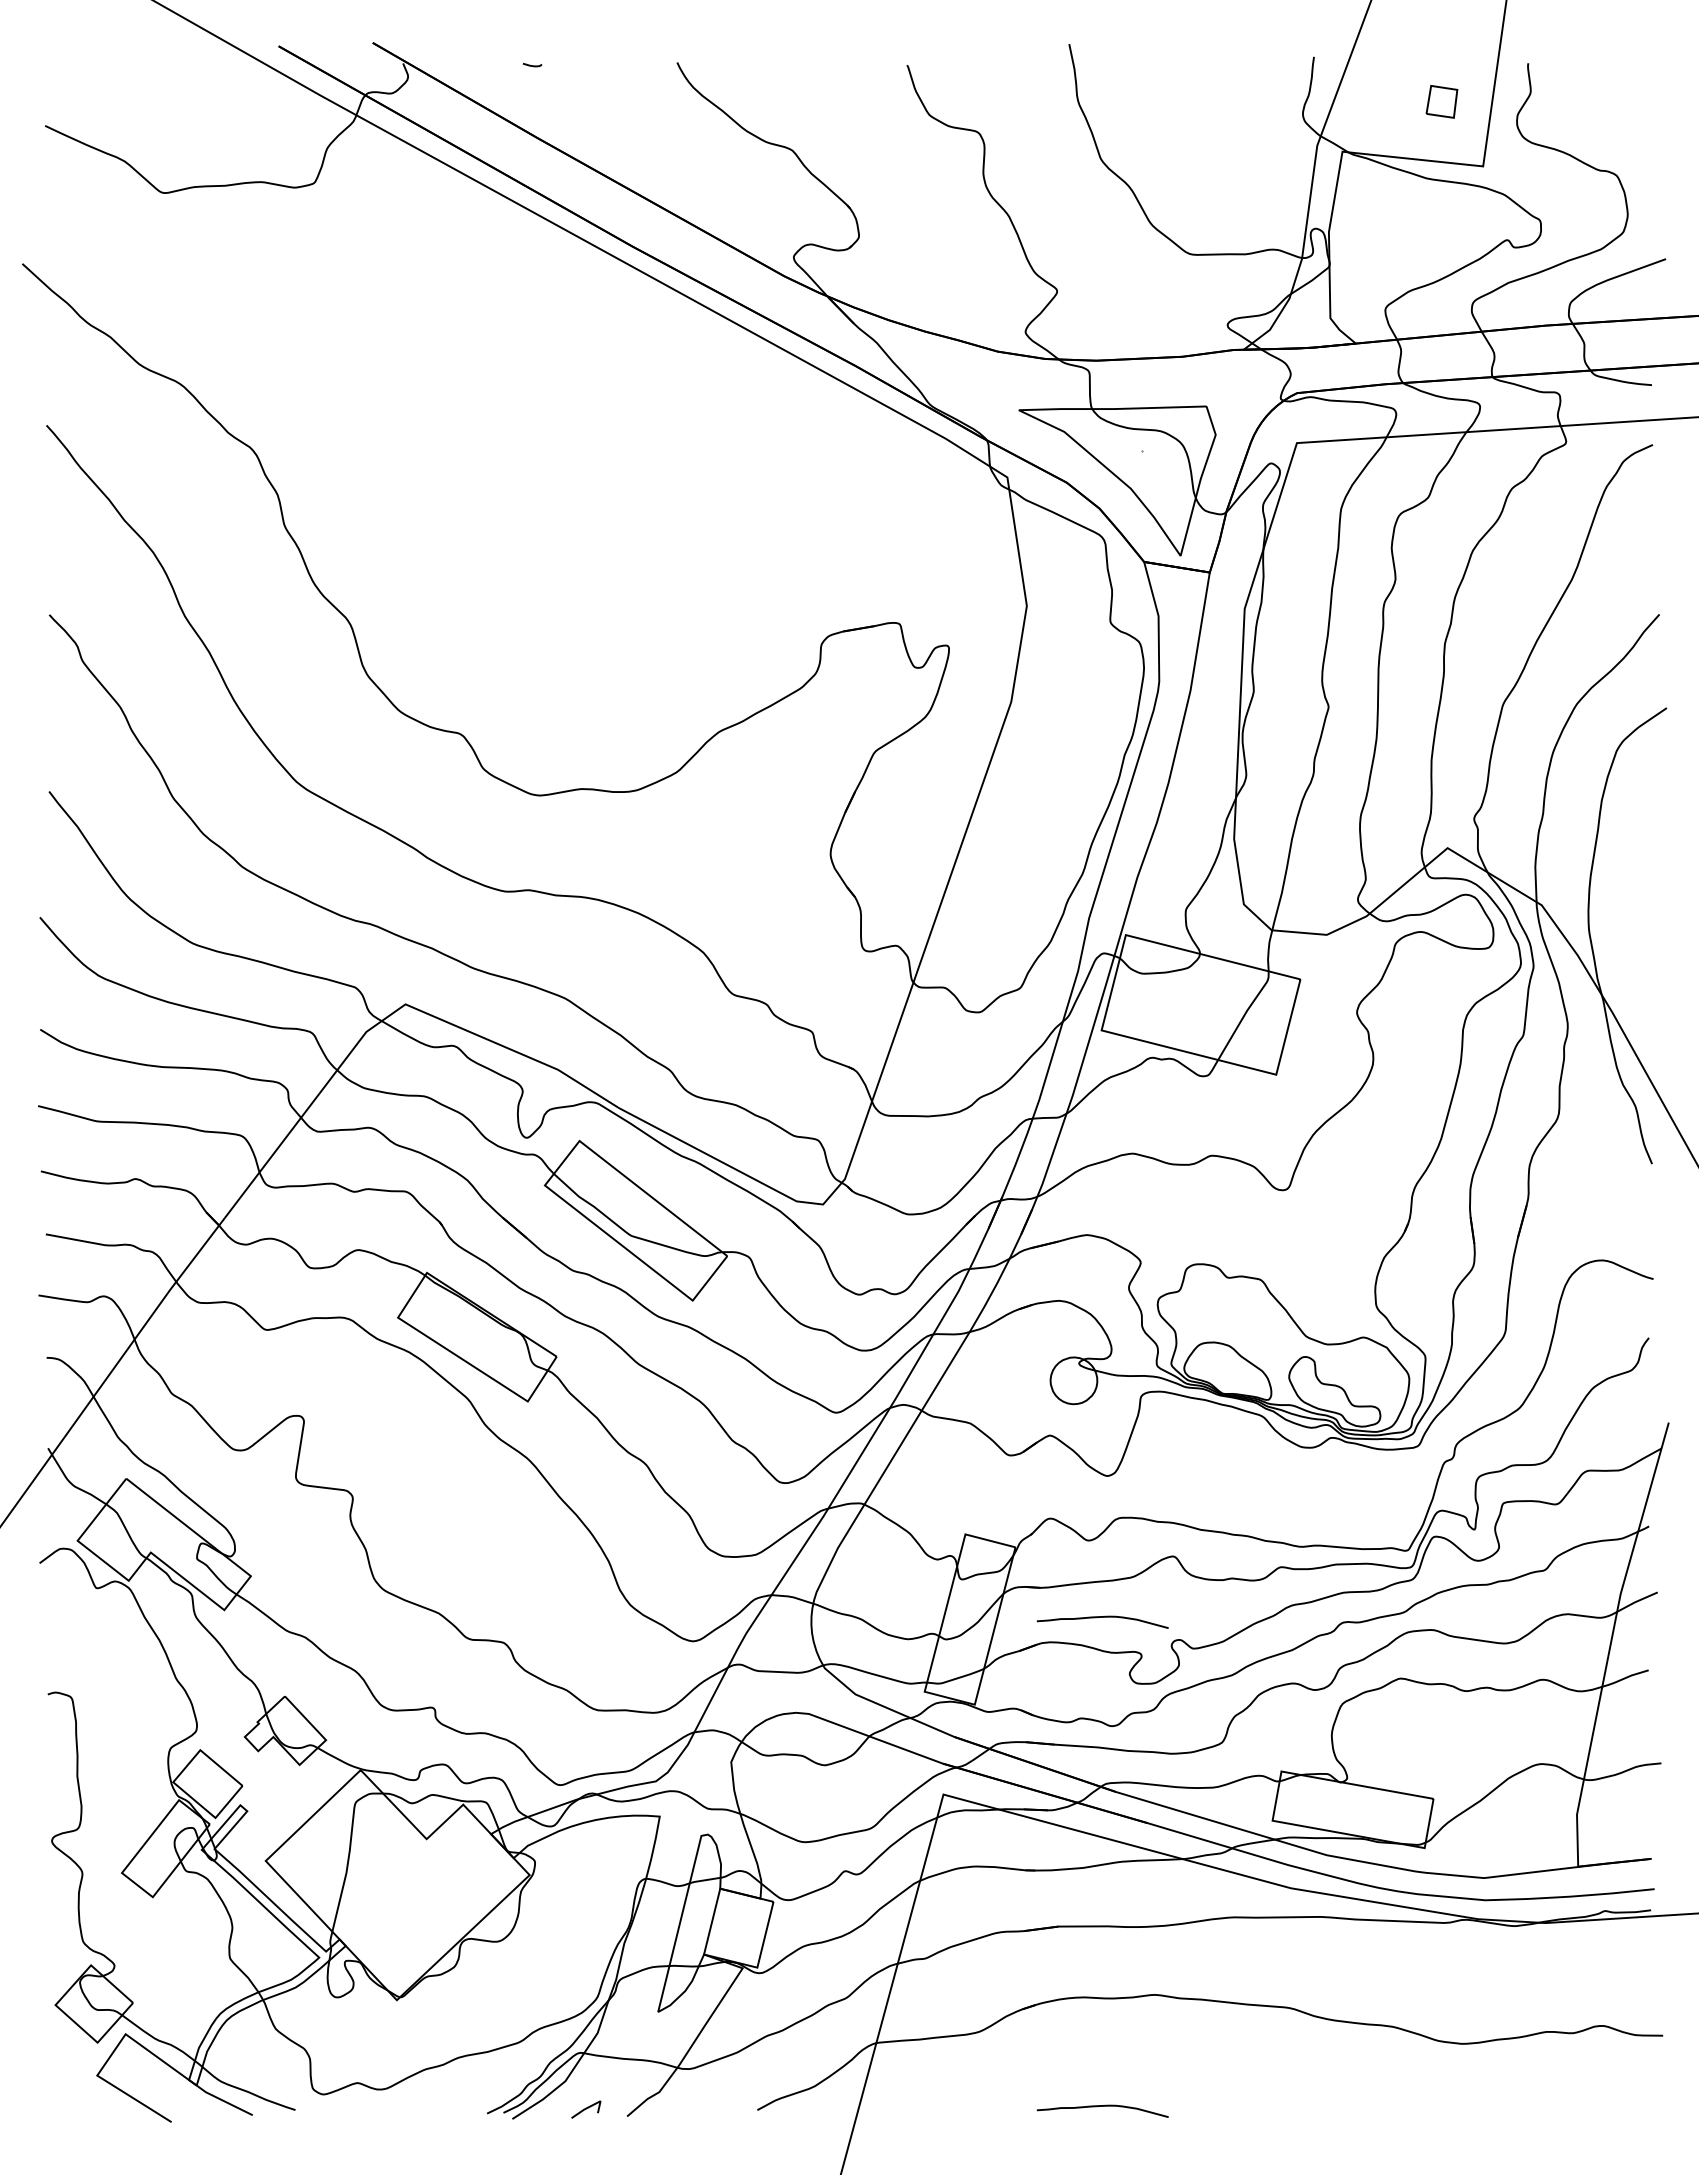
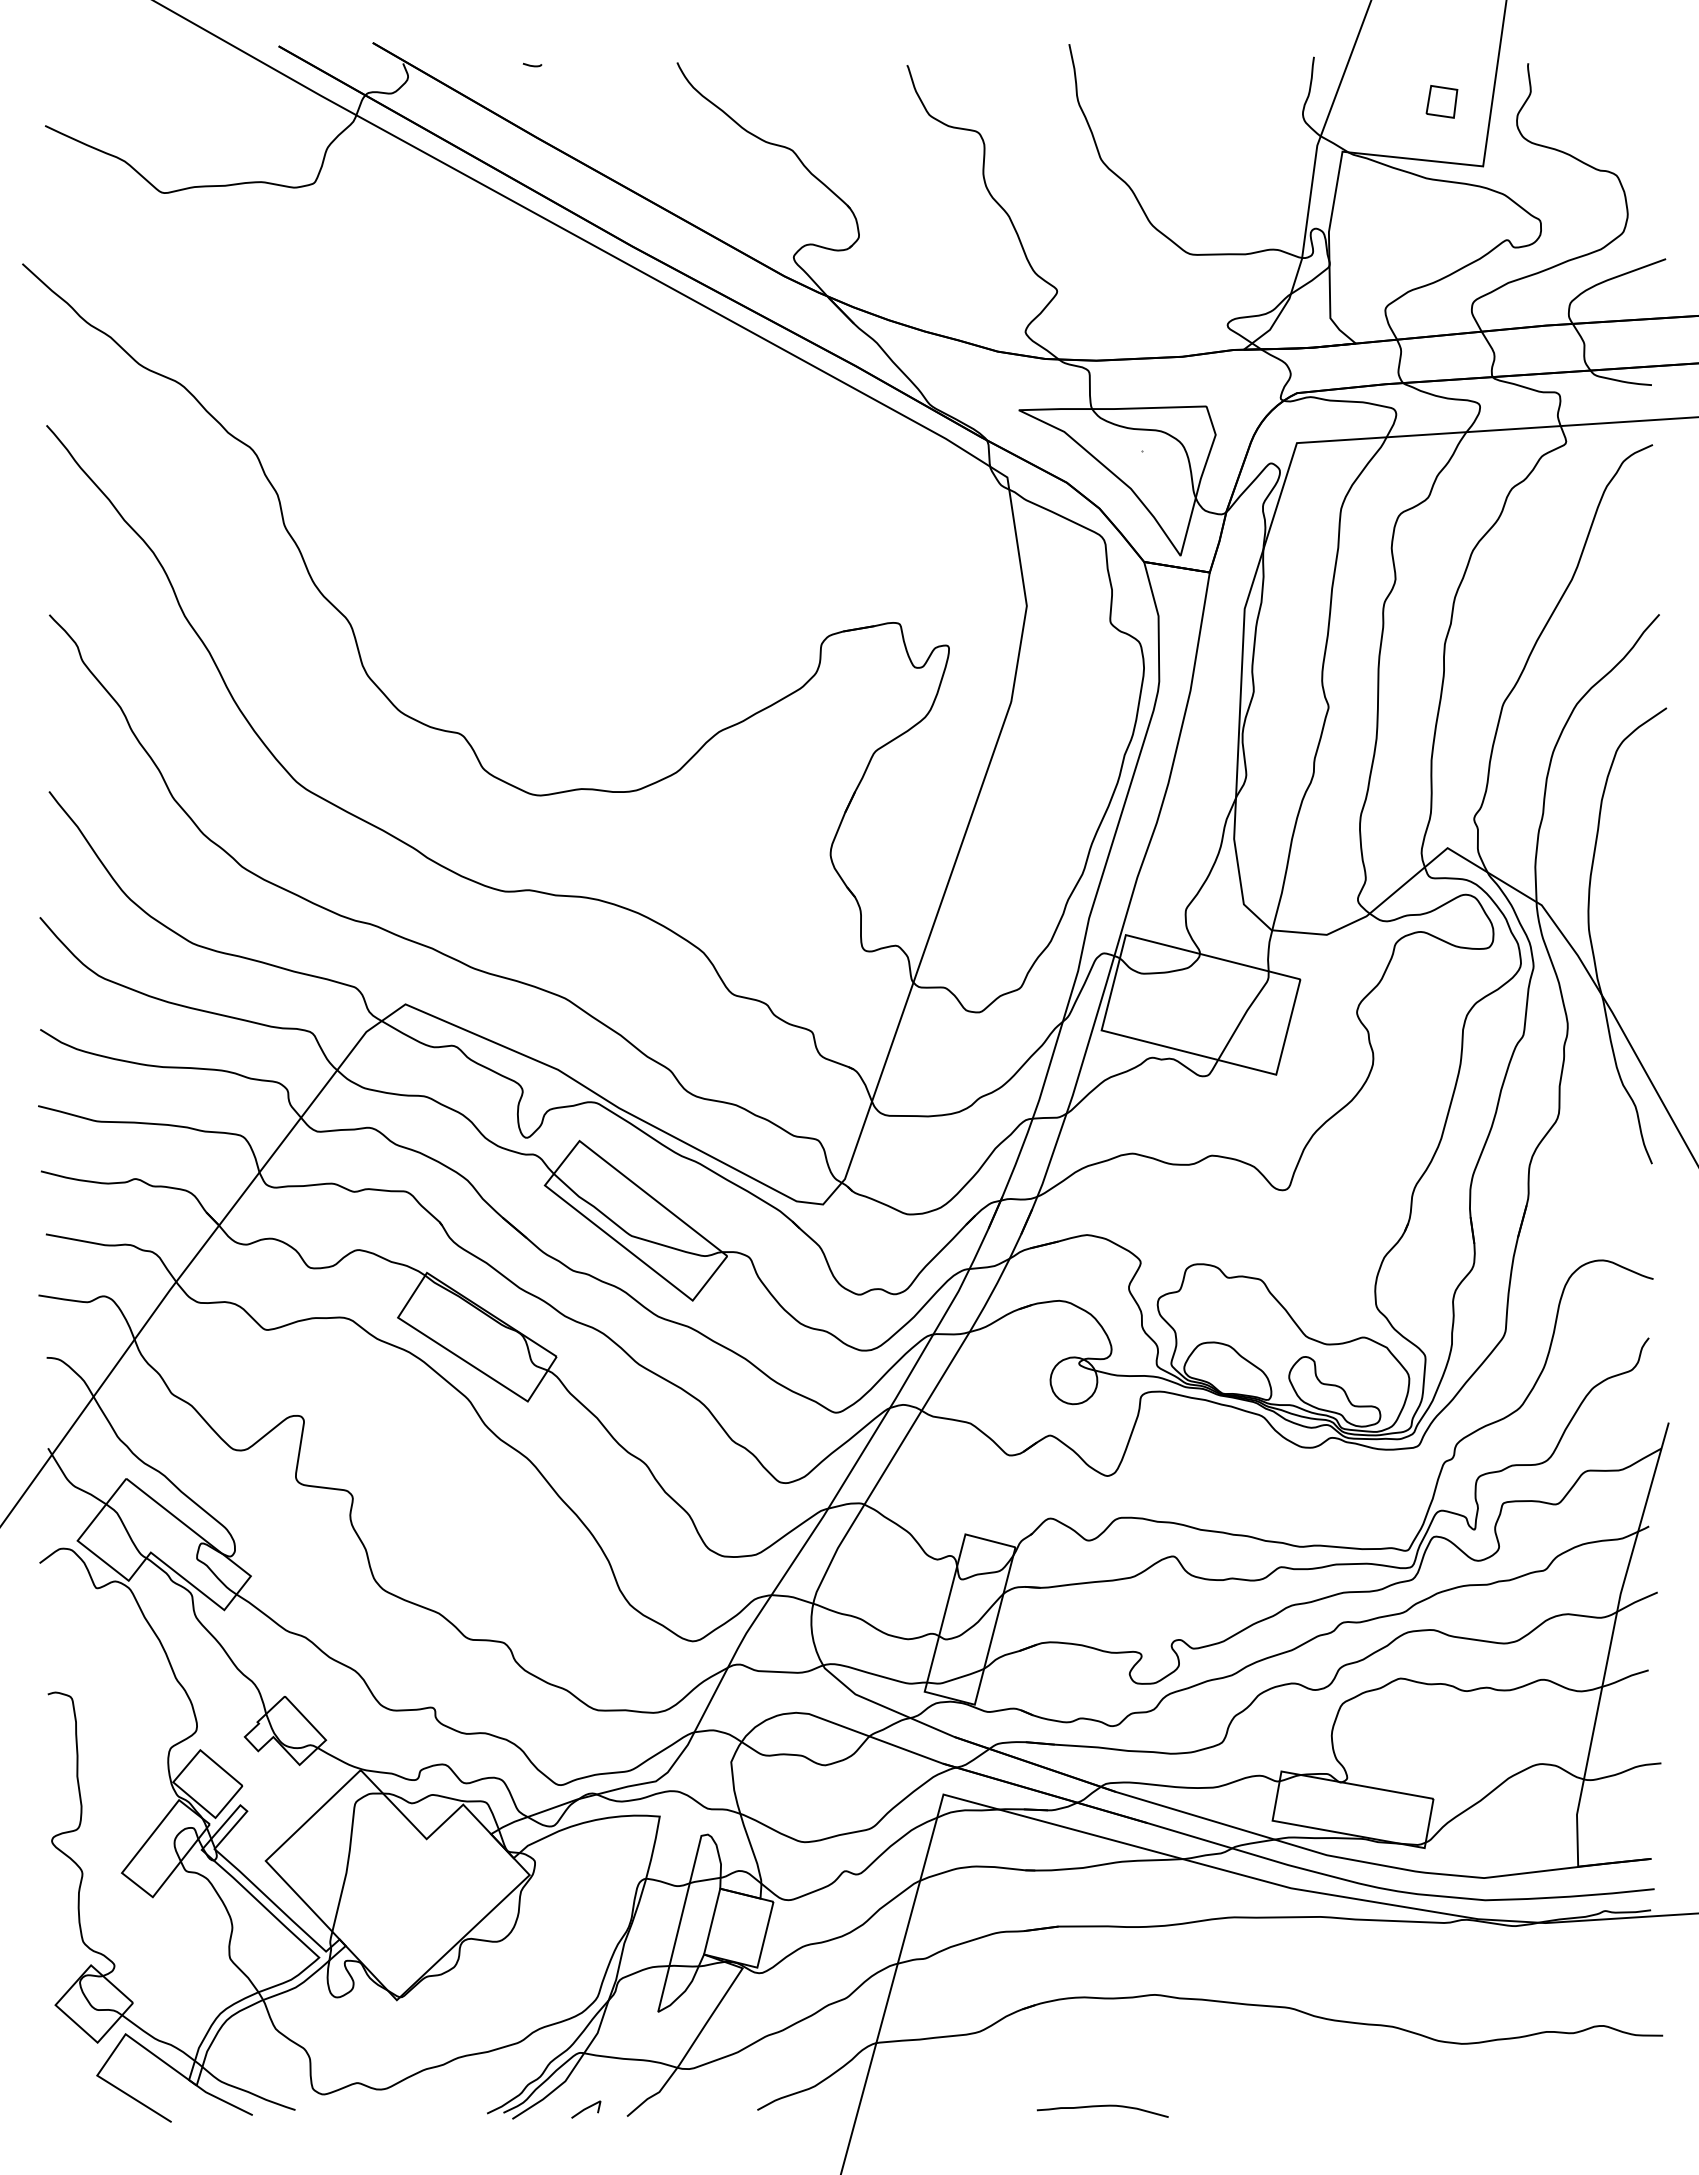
curve at (1102, 1617): present -> none
